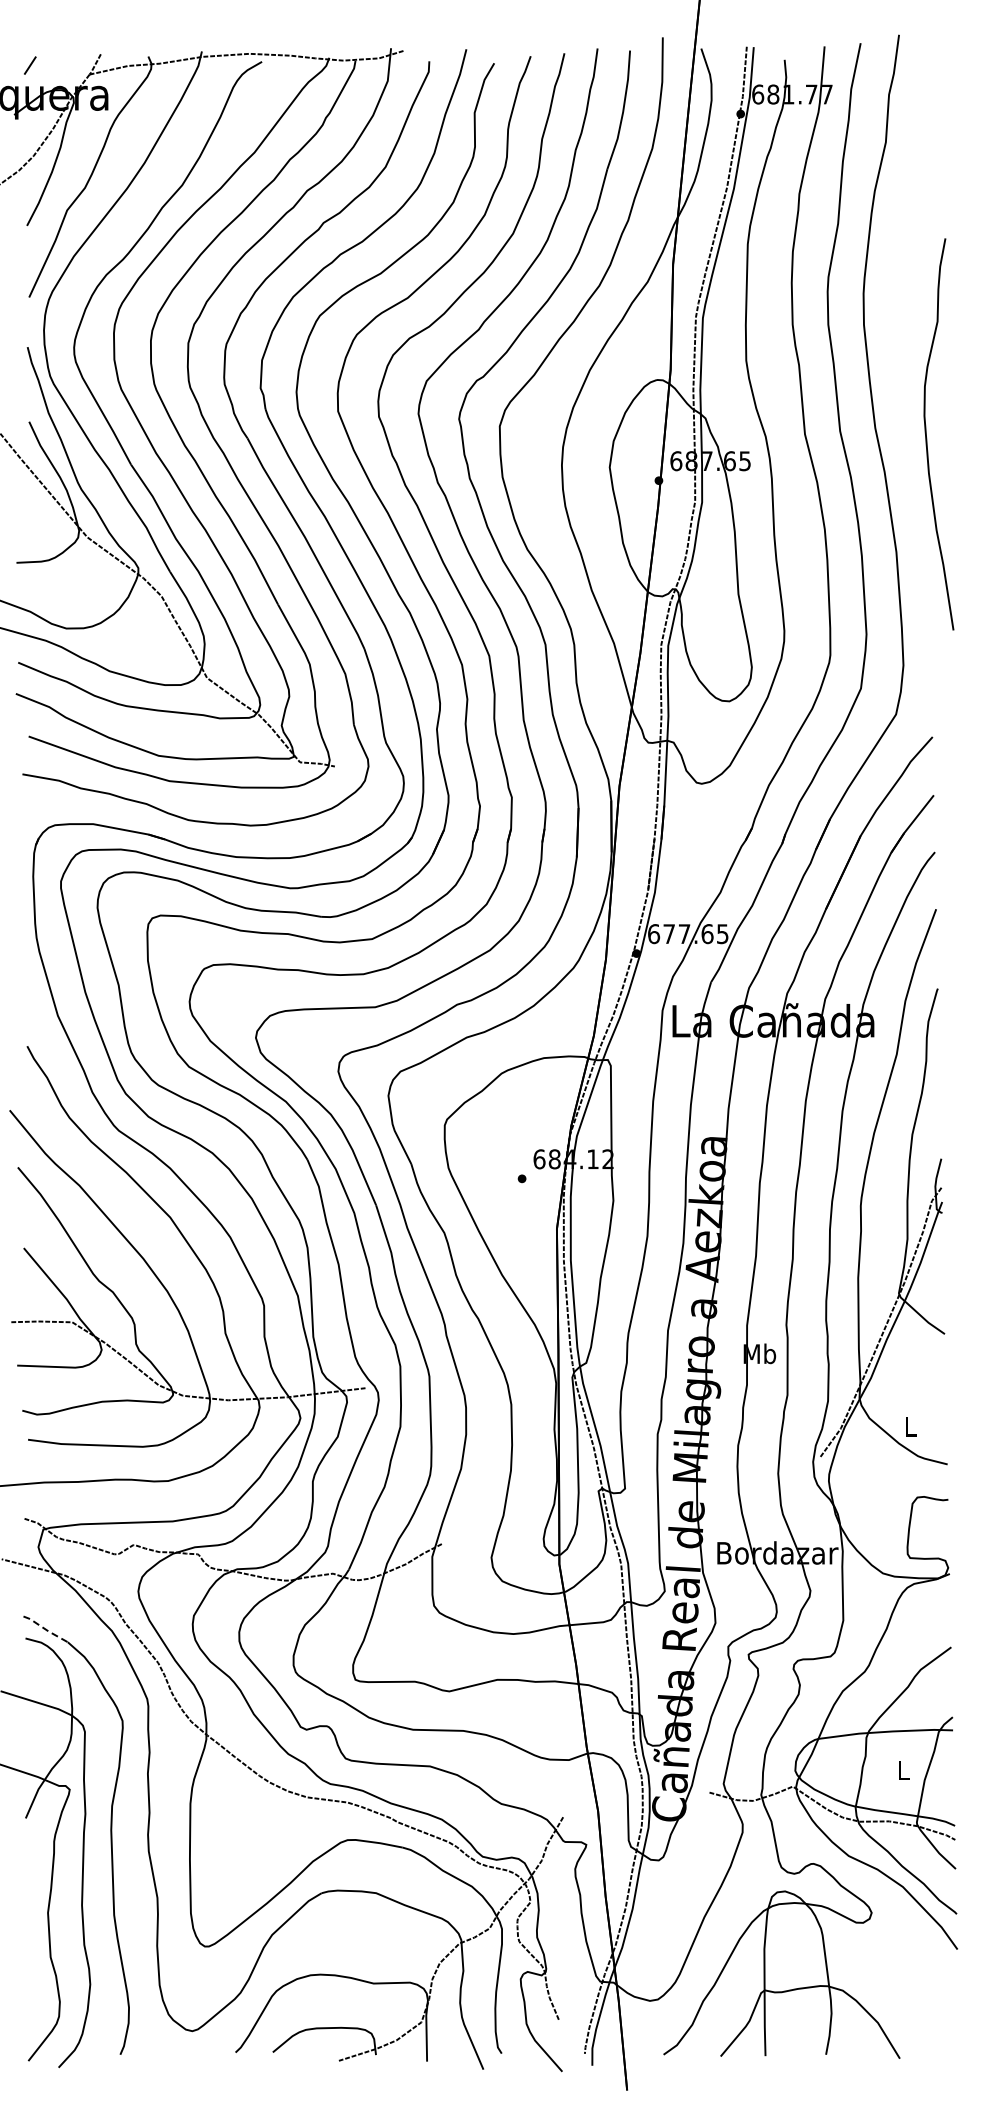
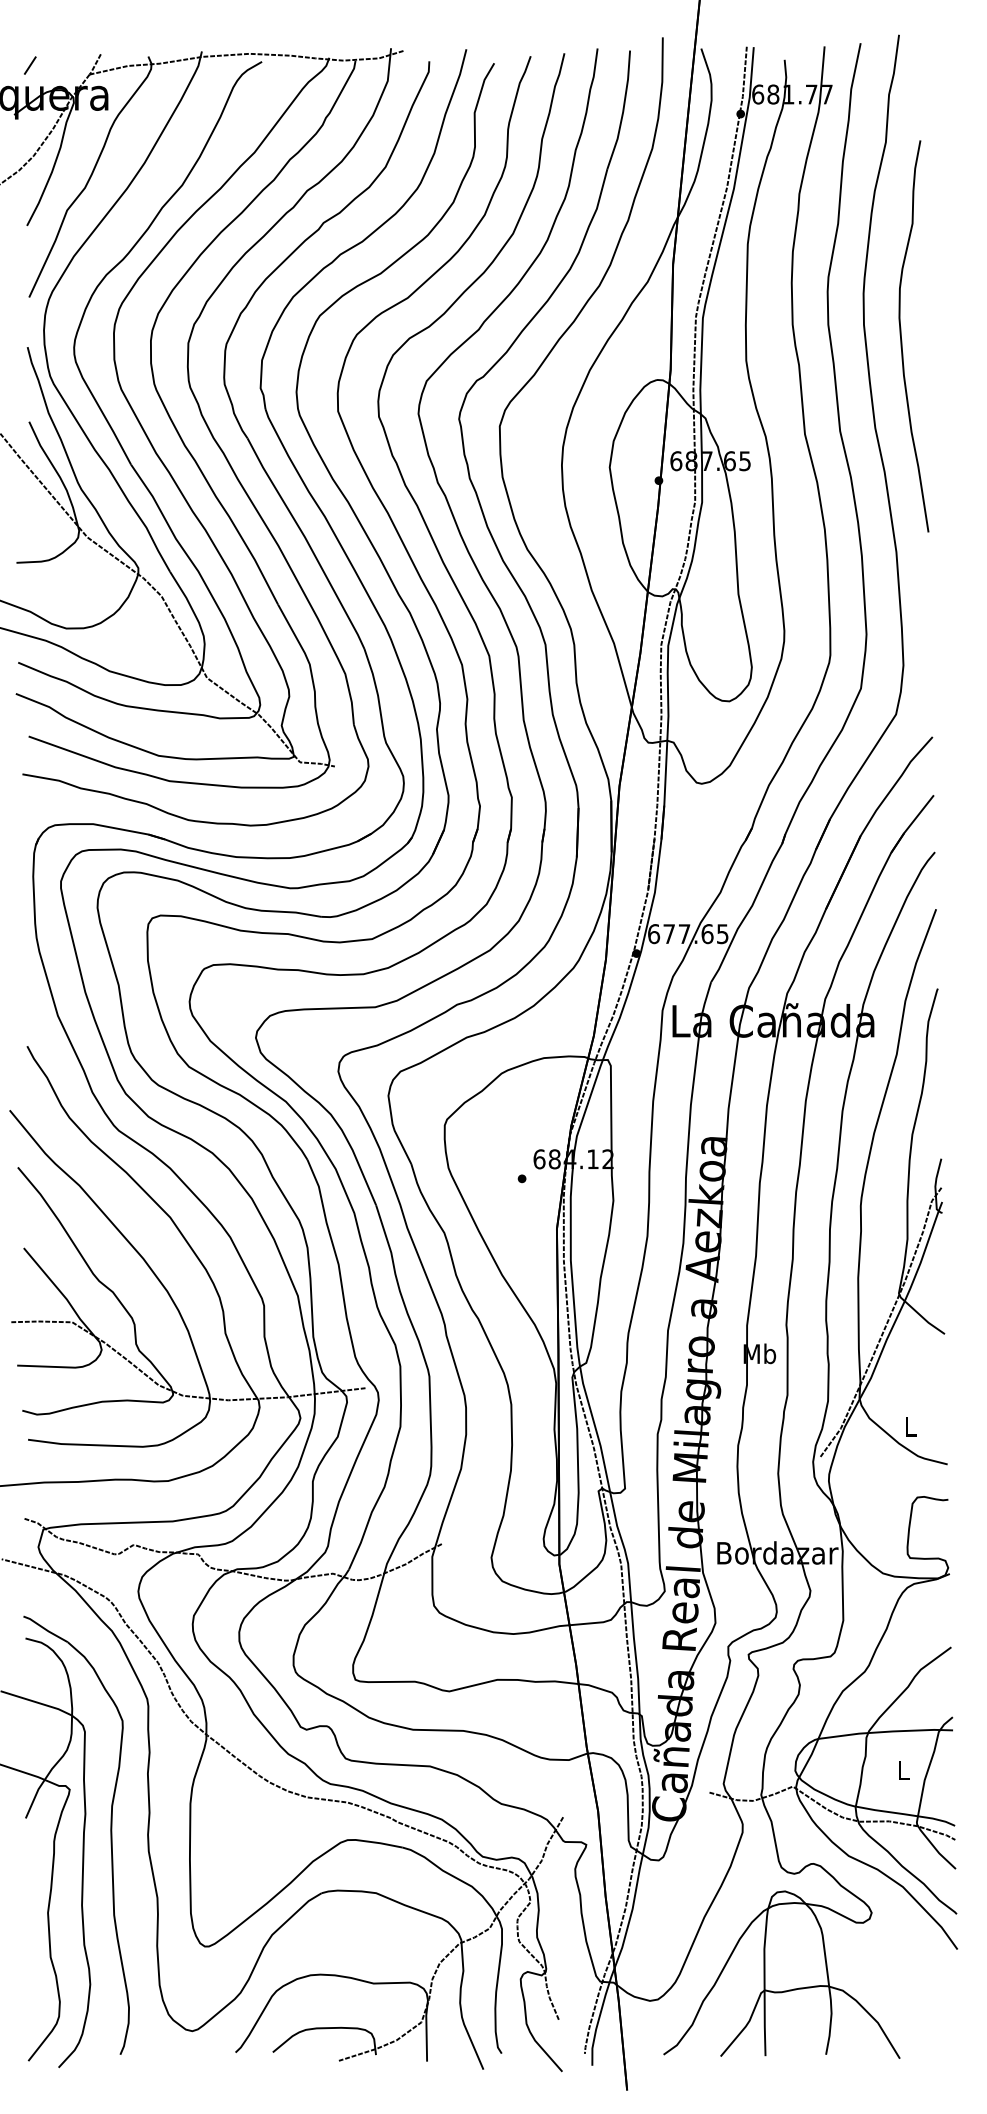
curve at (927, 438) position: (927, 438) -> (902, 340)
line at (46, 1629): dashed -> solid
